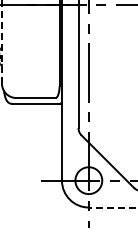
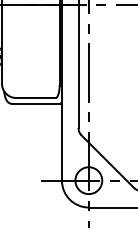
line at (1, 41): dashed -> solid
line at (112, 207): dashed -> solid
